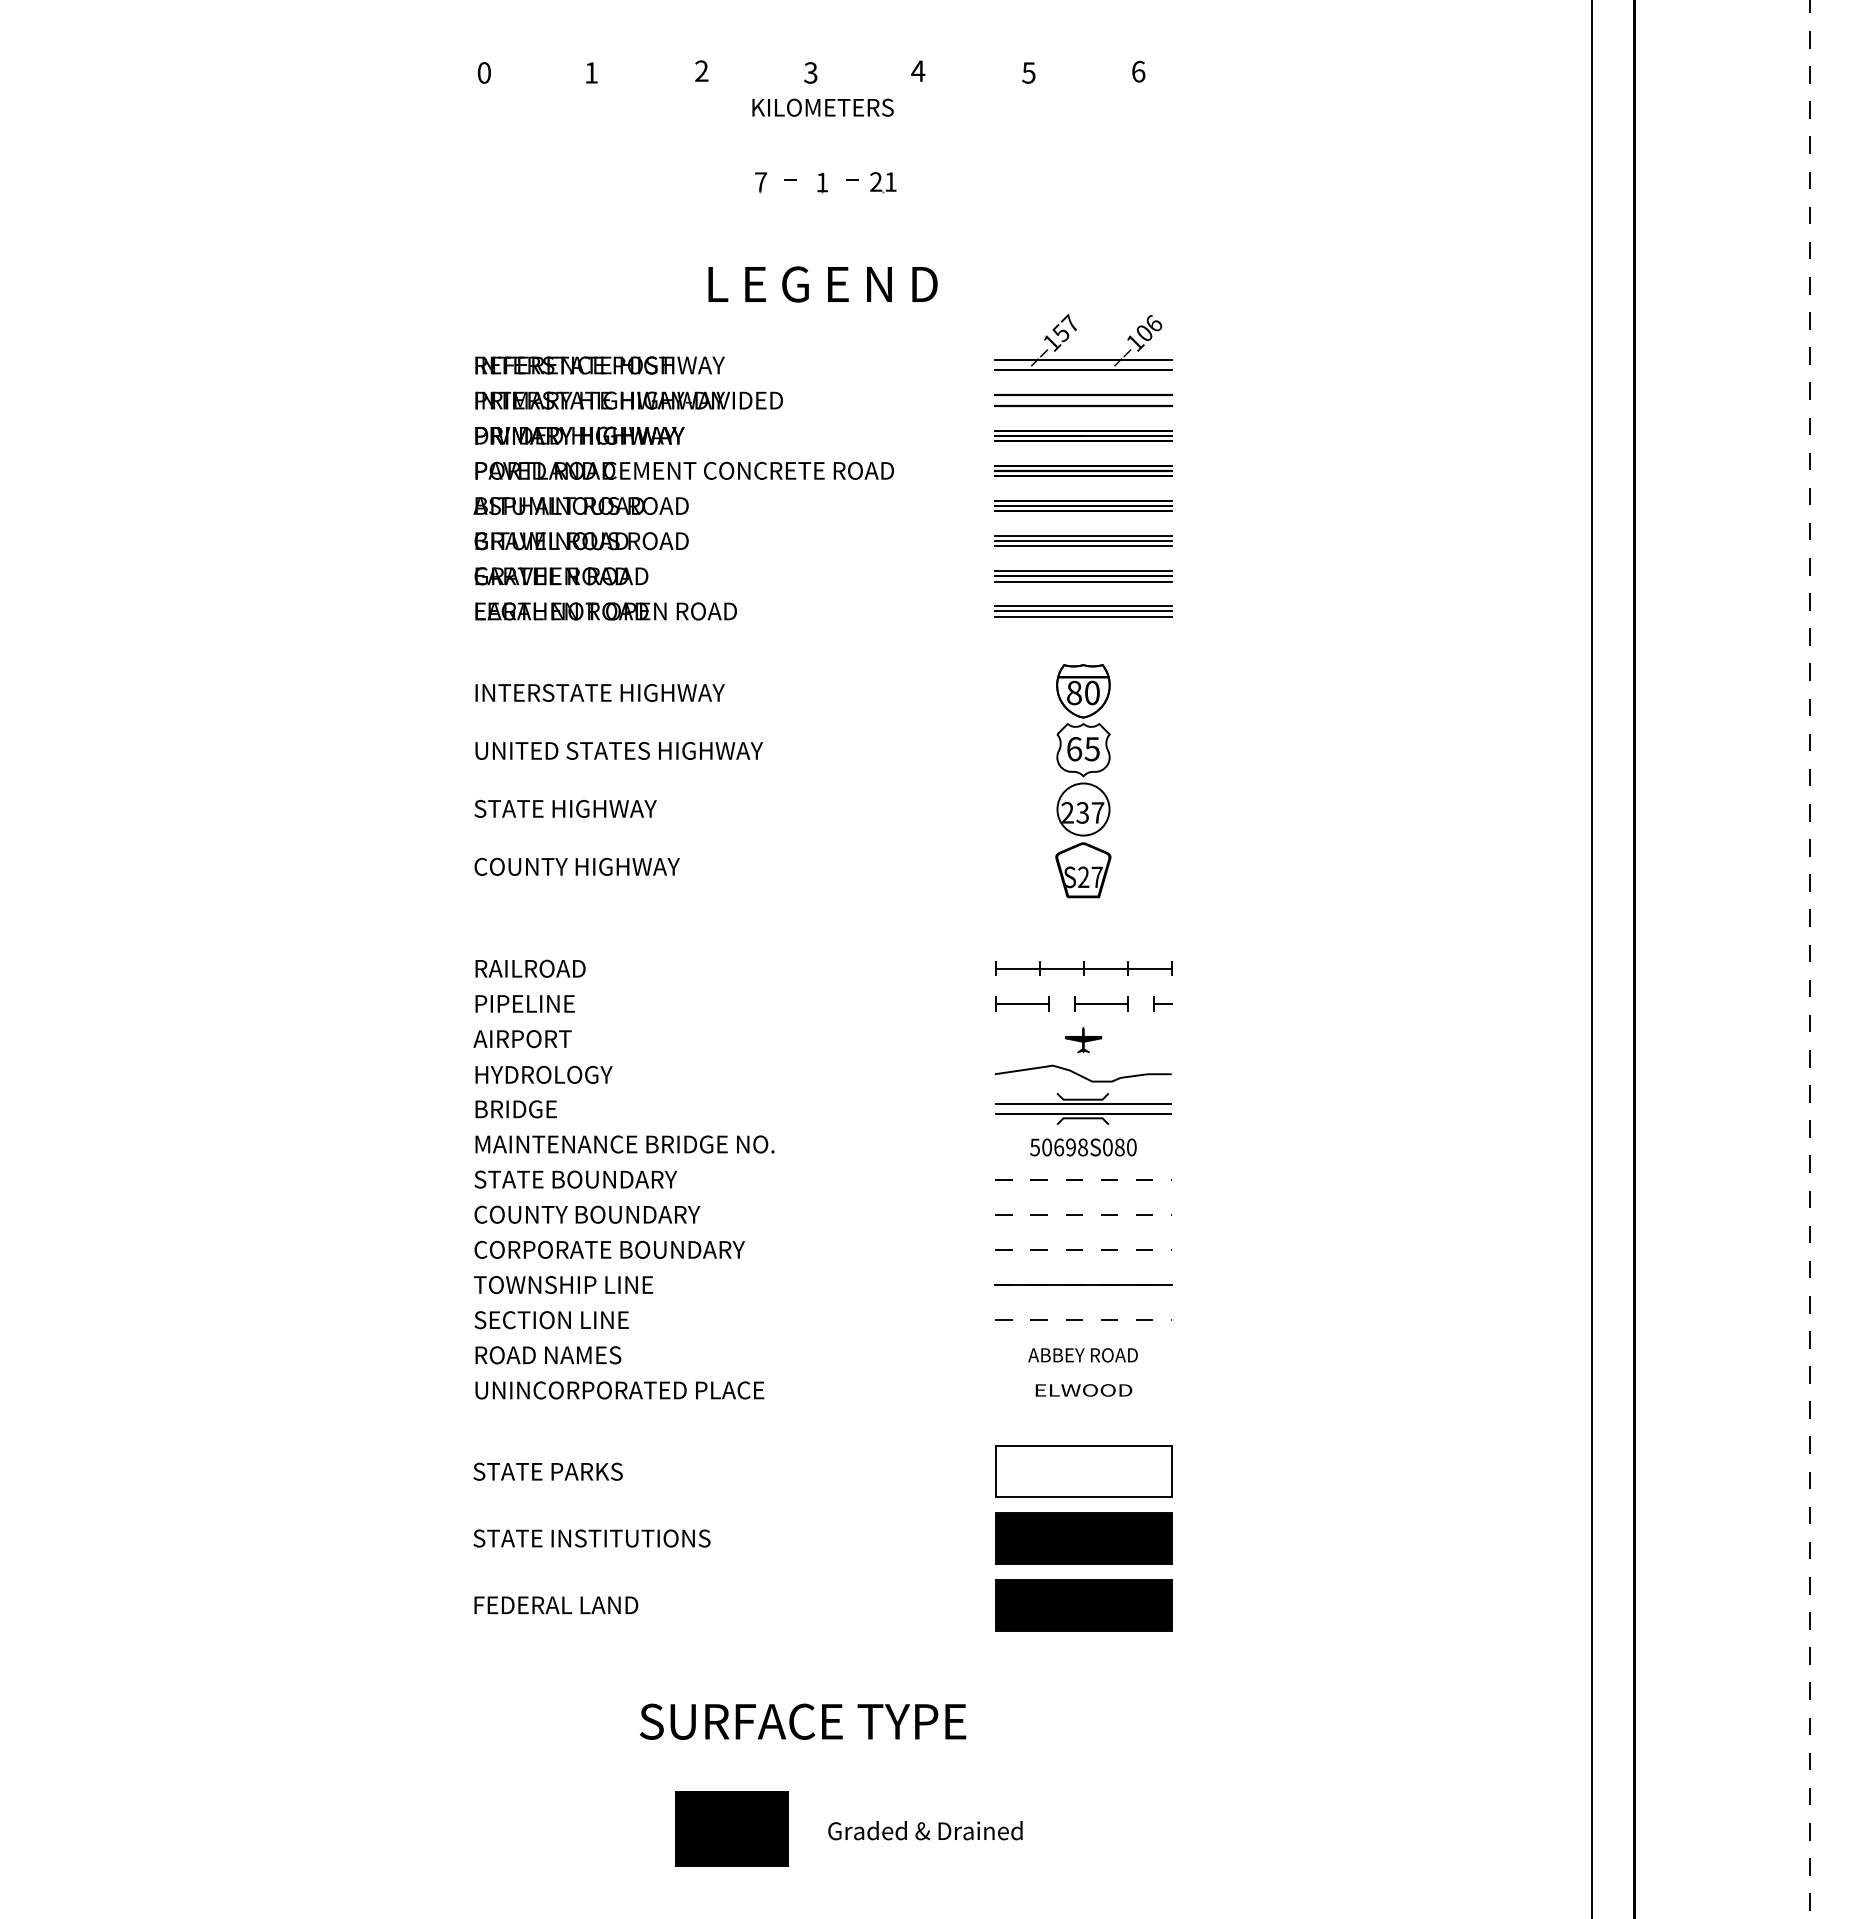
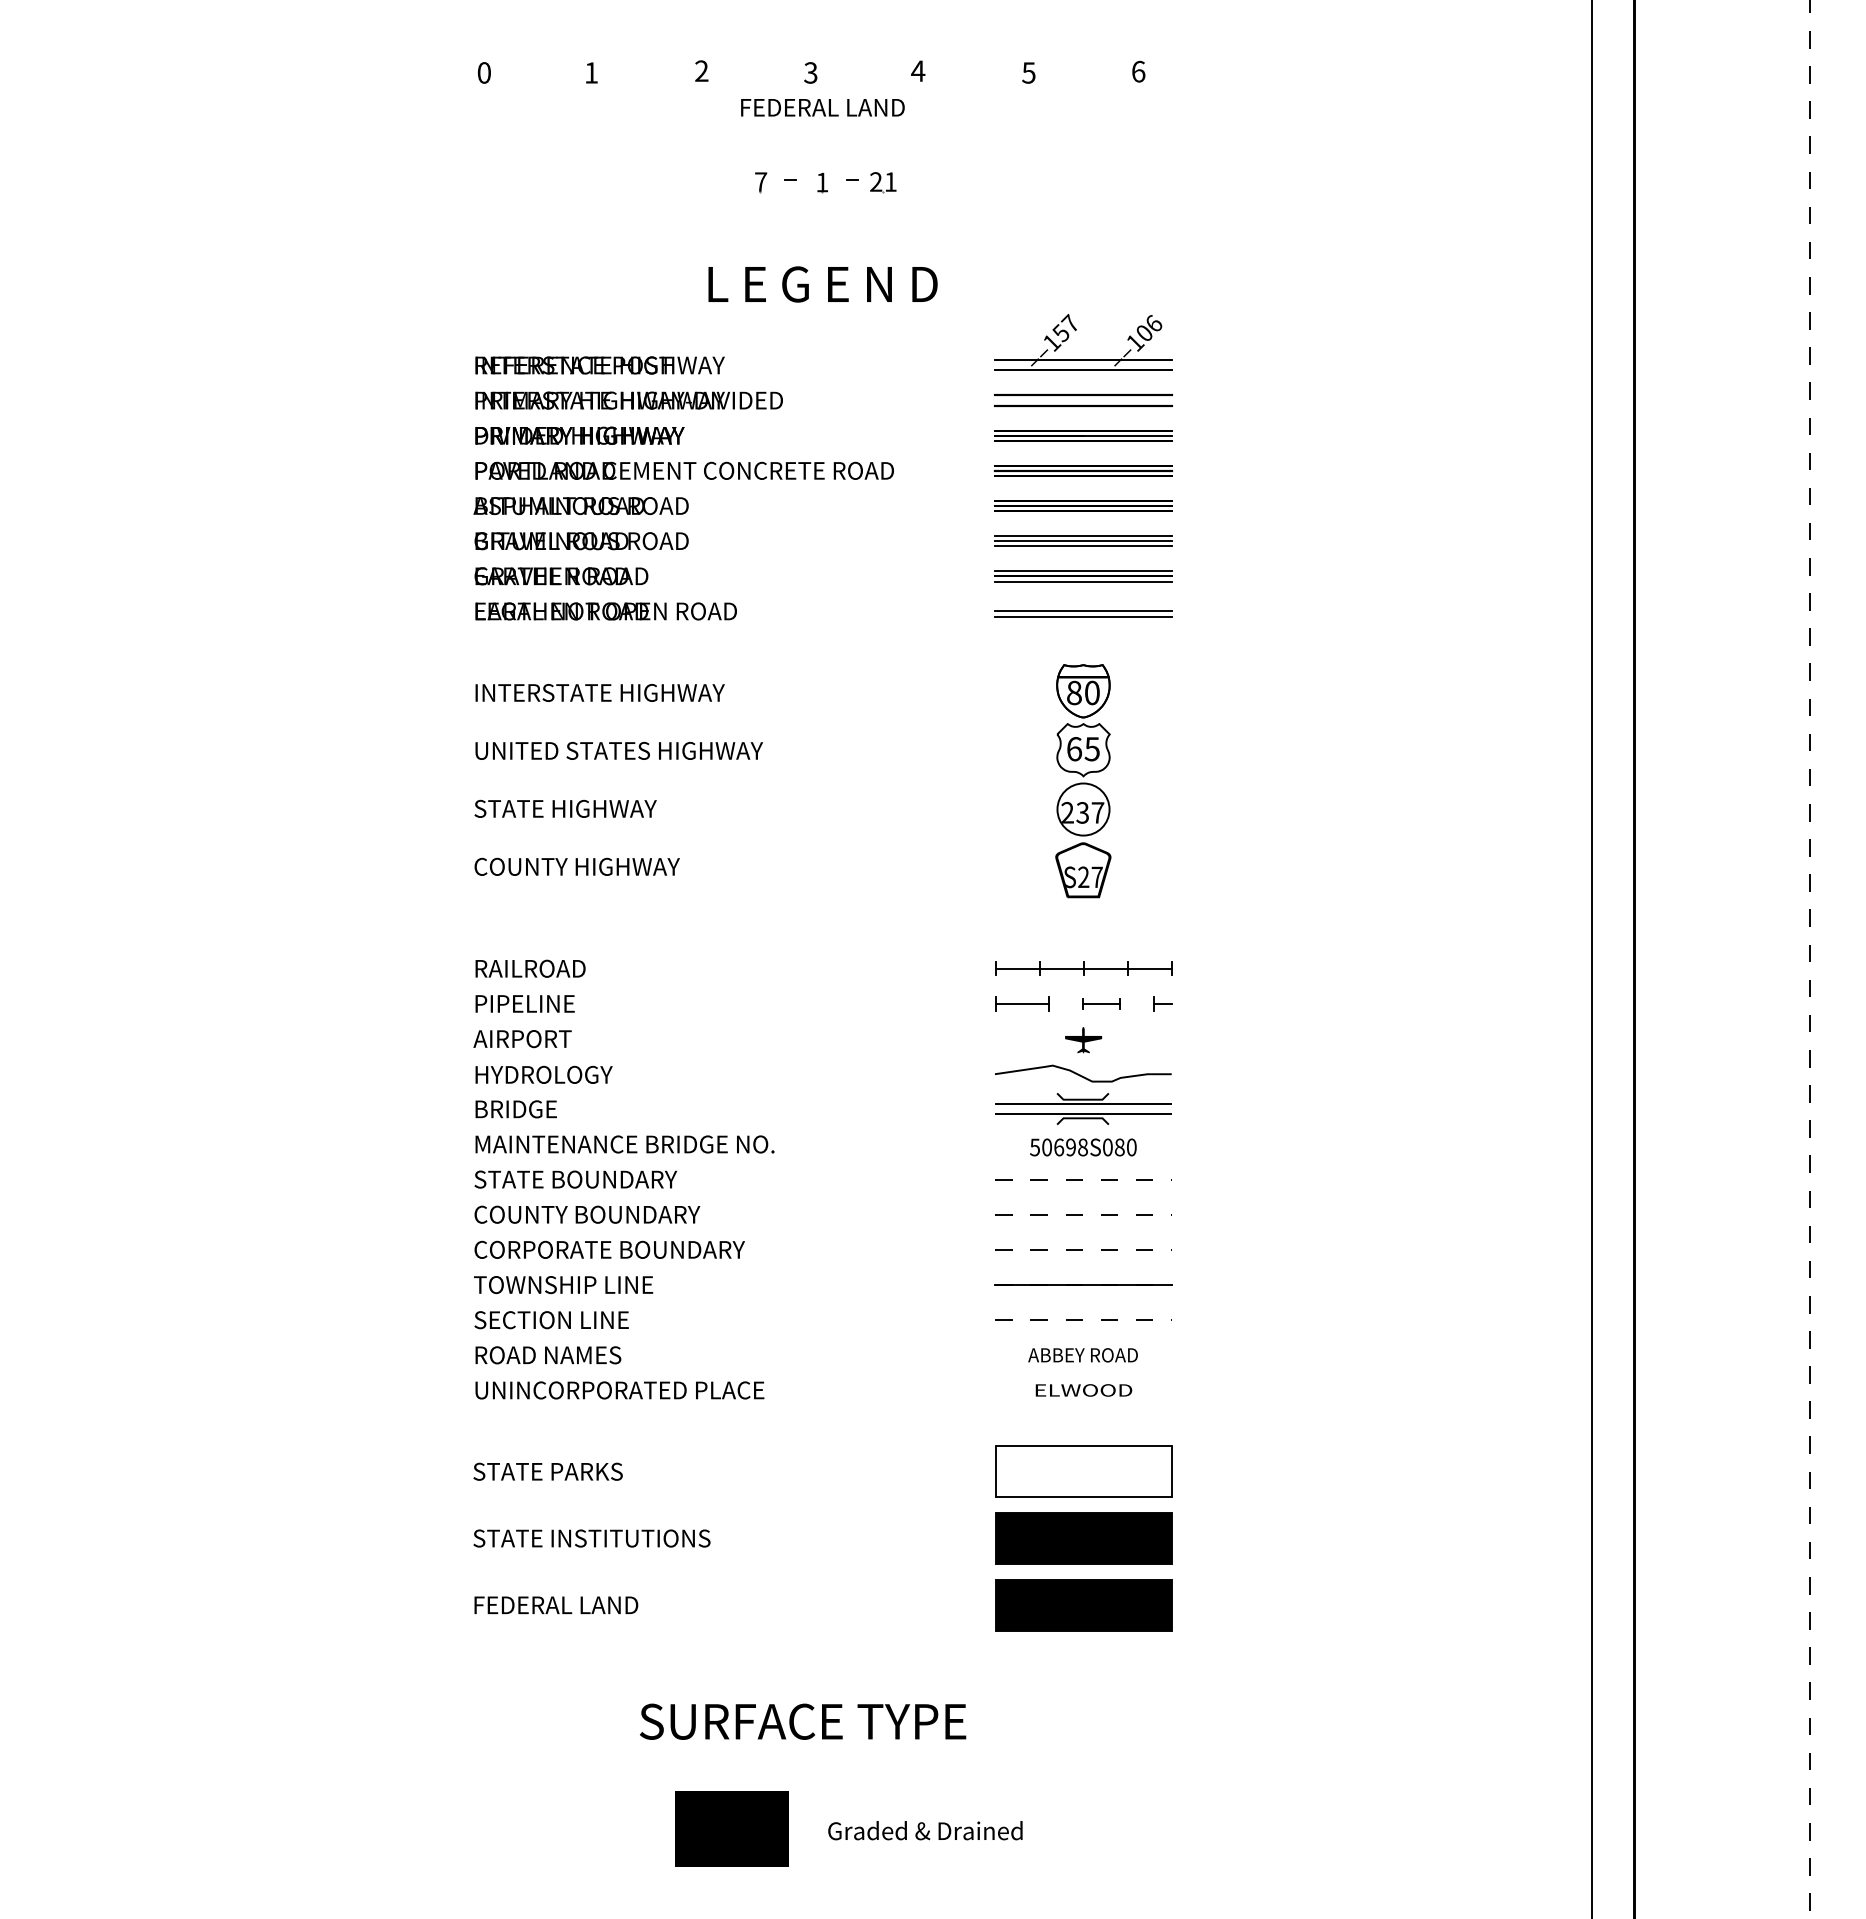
text at (822, 107): KILOMETERS -> FEDERAL LAND
line at (1083, 606): present -> none
part at (1101, 1003) size: 55x16 px -> 39x12 px
